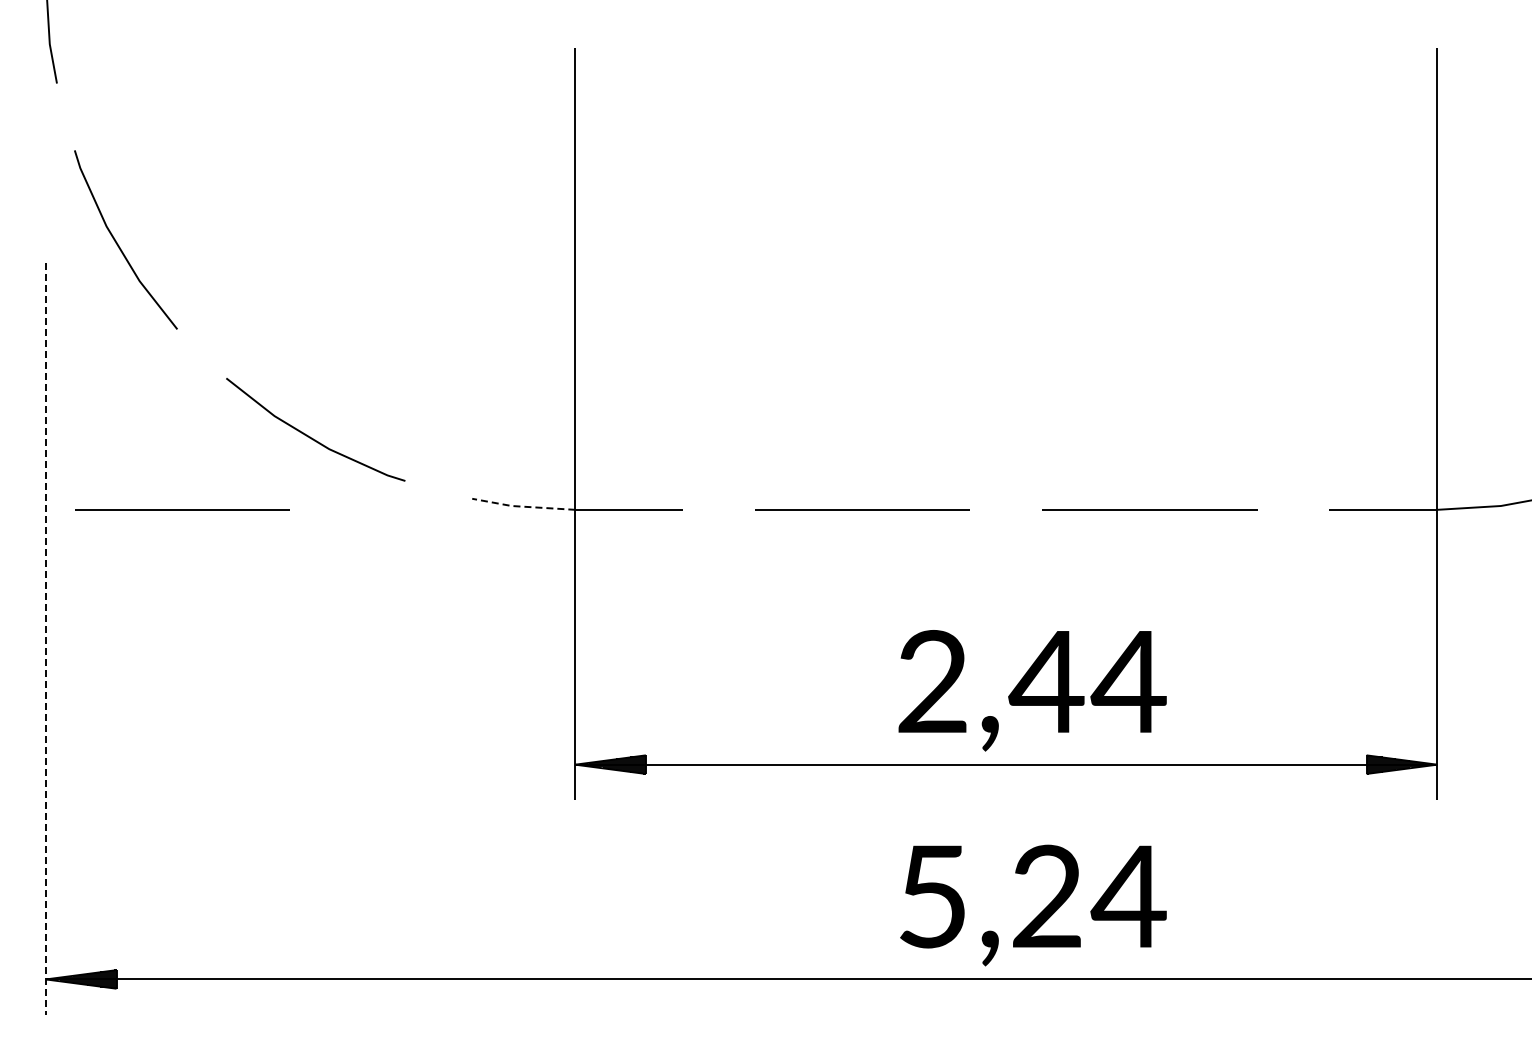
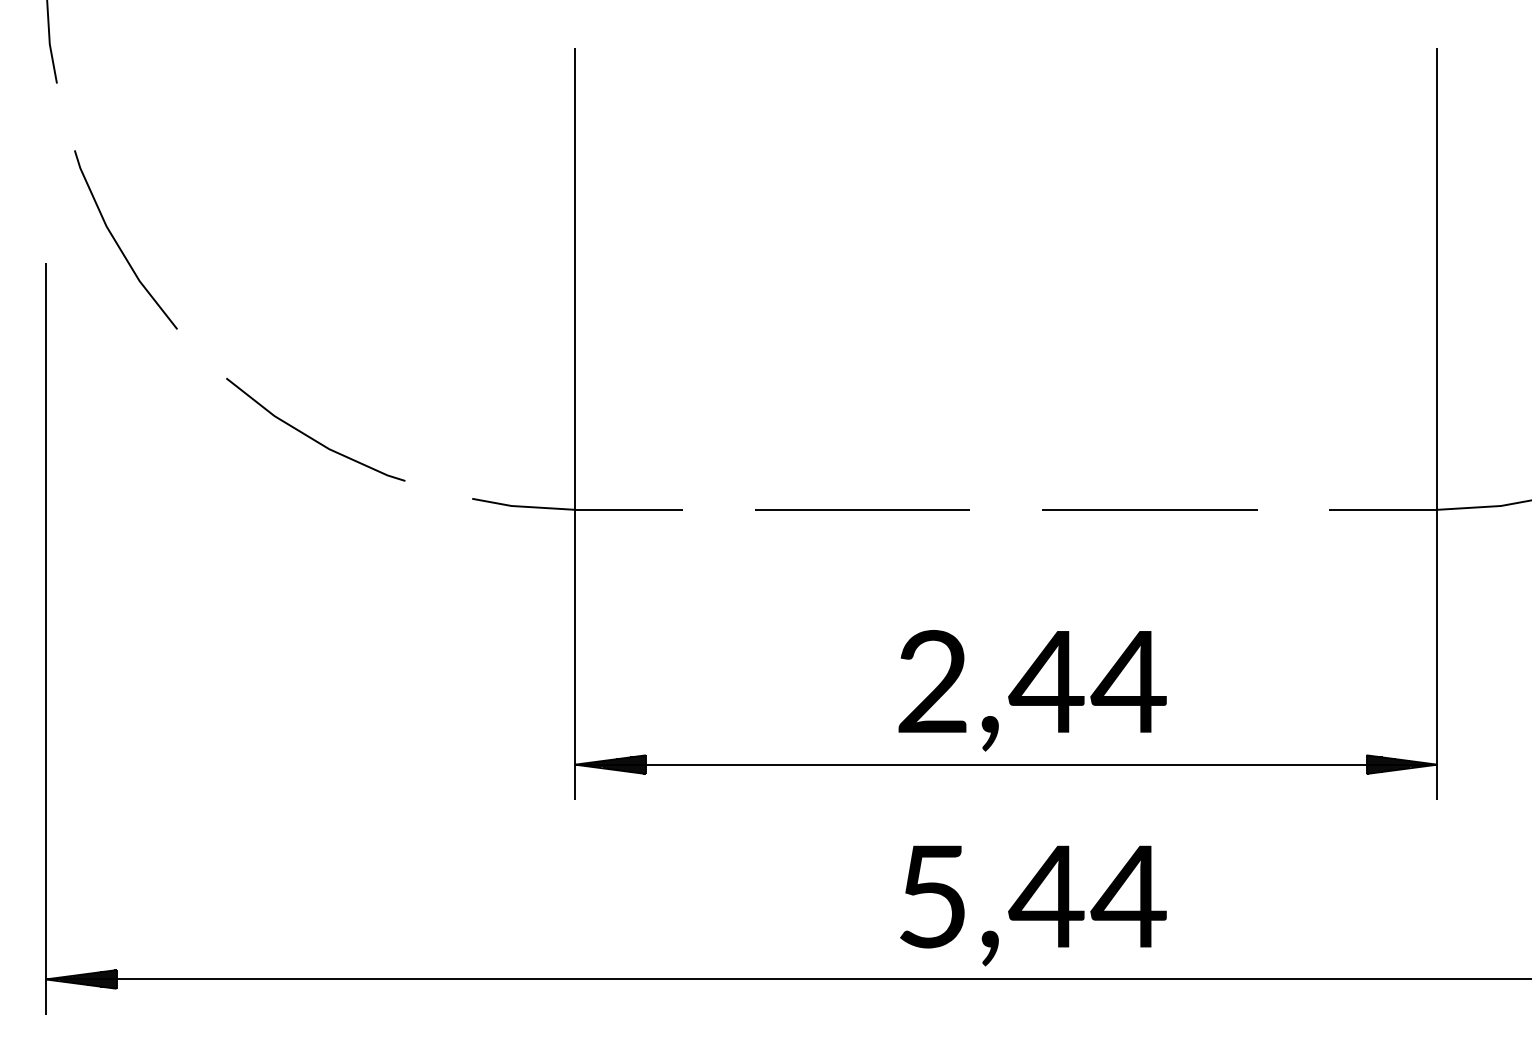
line at (522, 506): dashed -> solid
line at (182, 509): present -> none
line at (45, 638): dashed -> solid
text at (1046, 895): 5,24 -> 5,44
